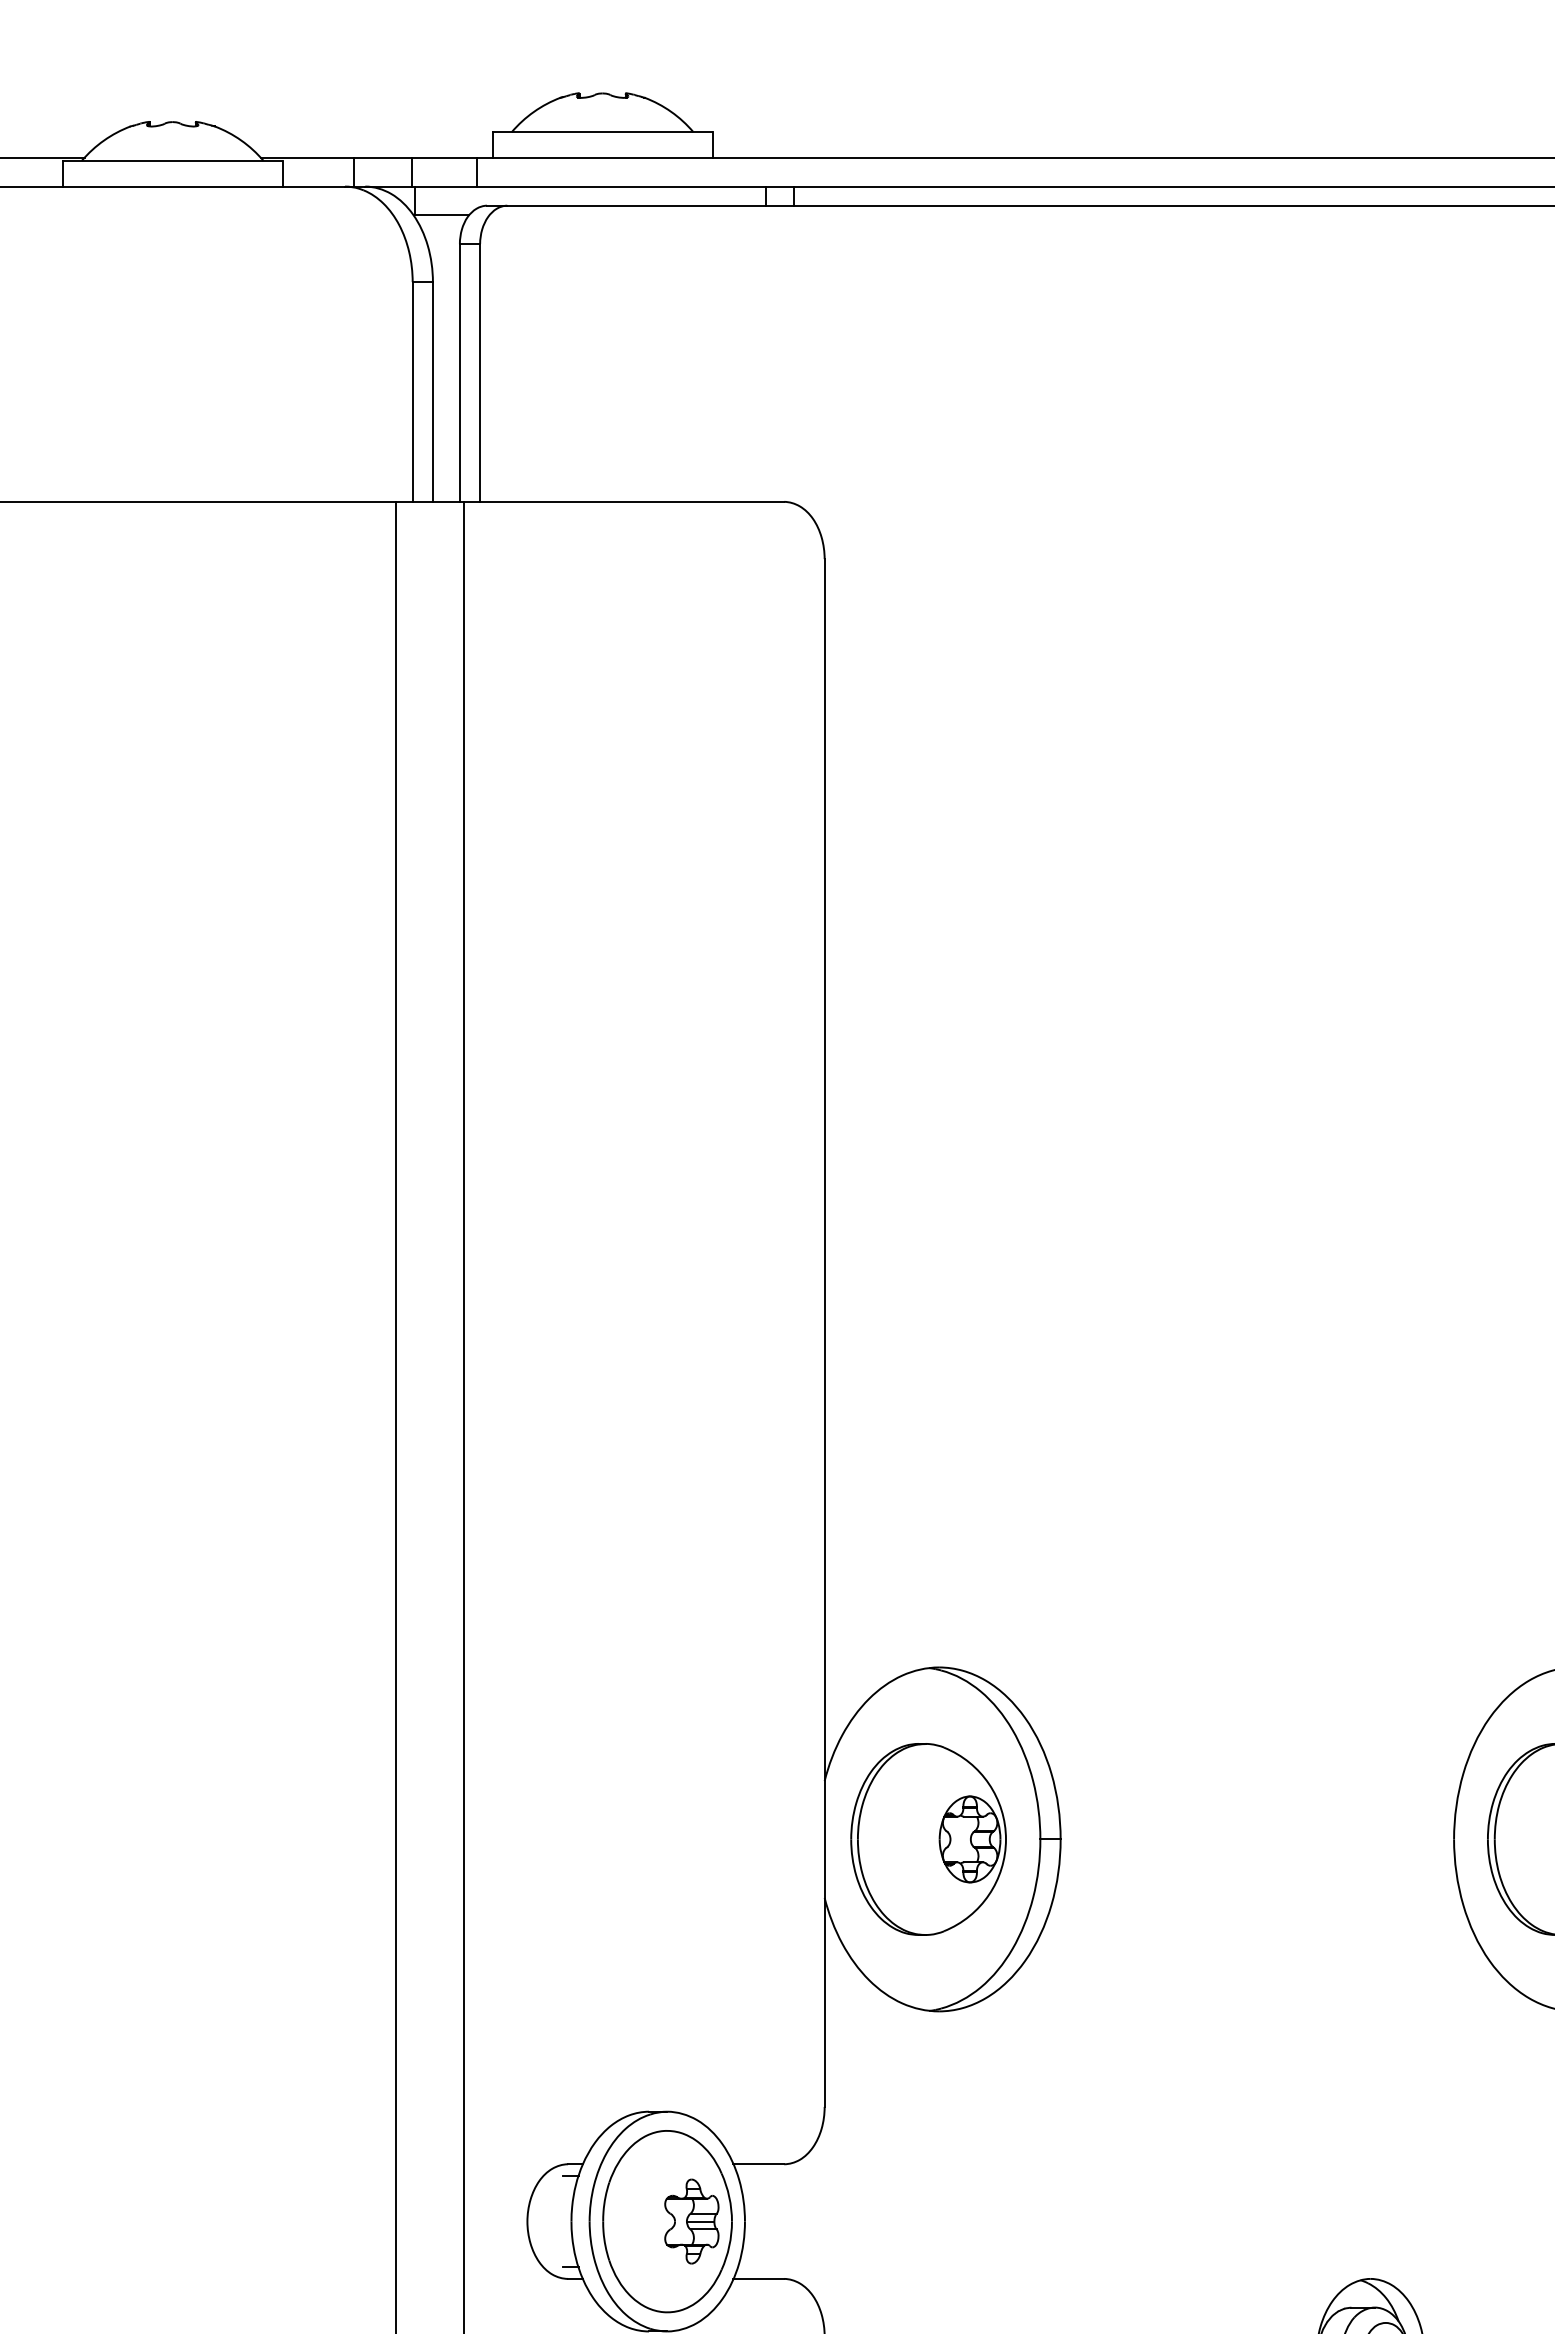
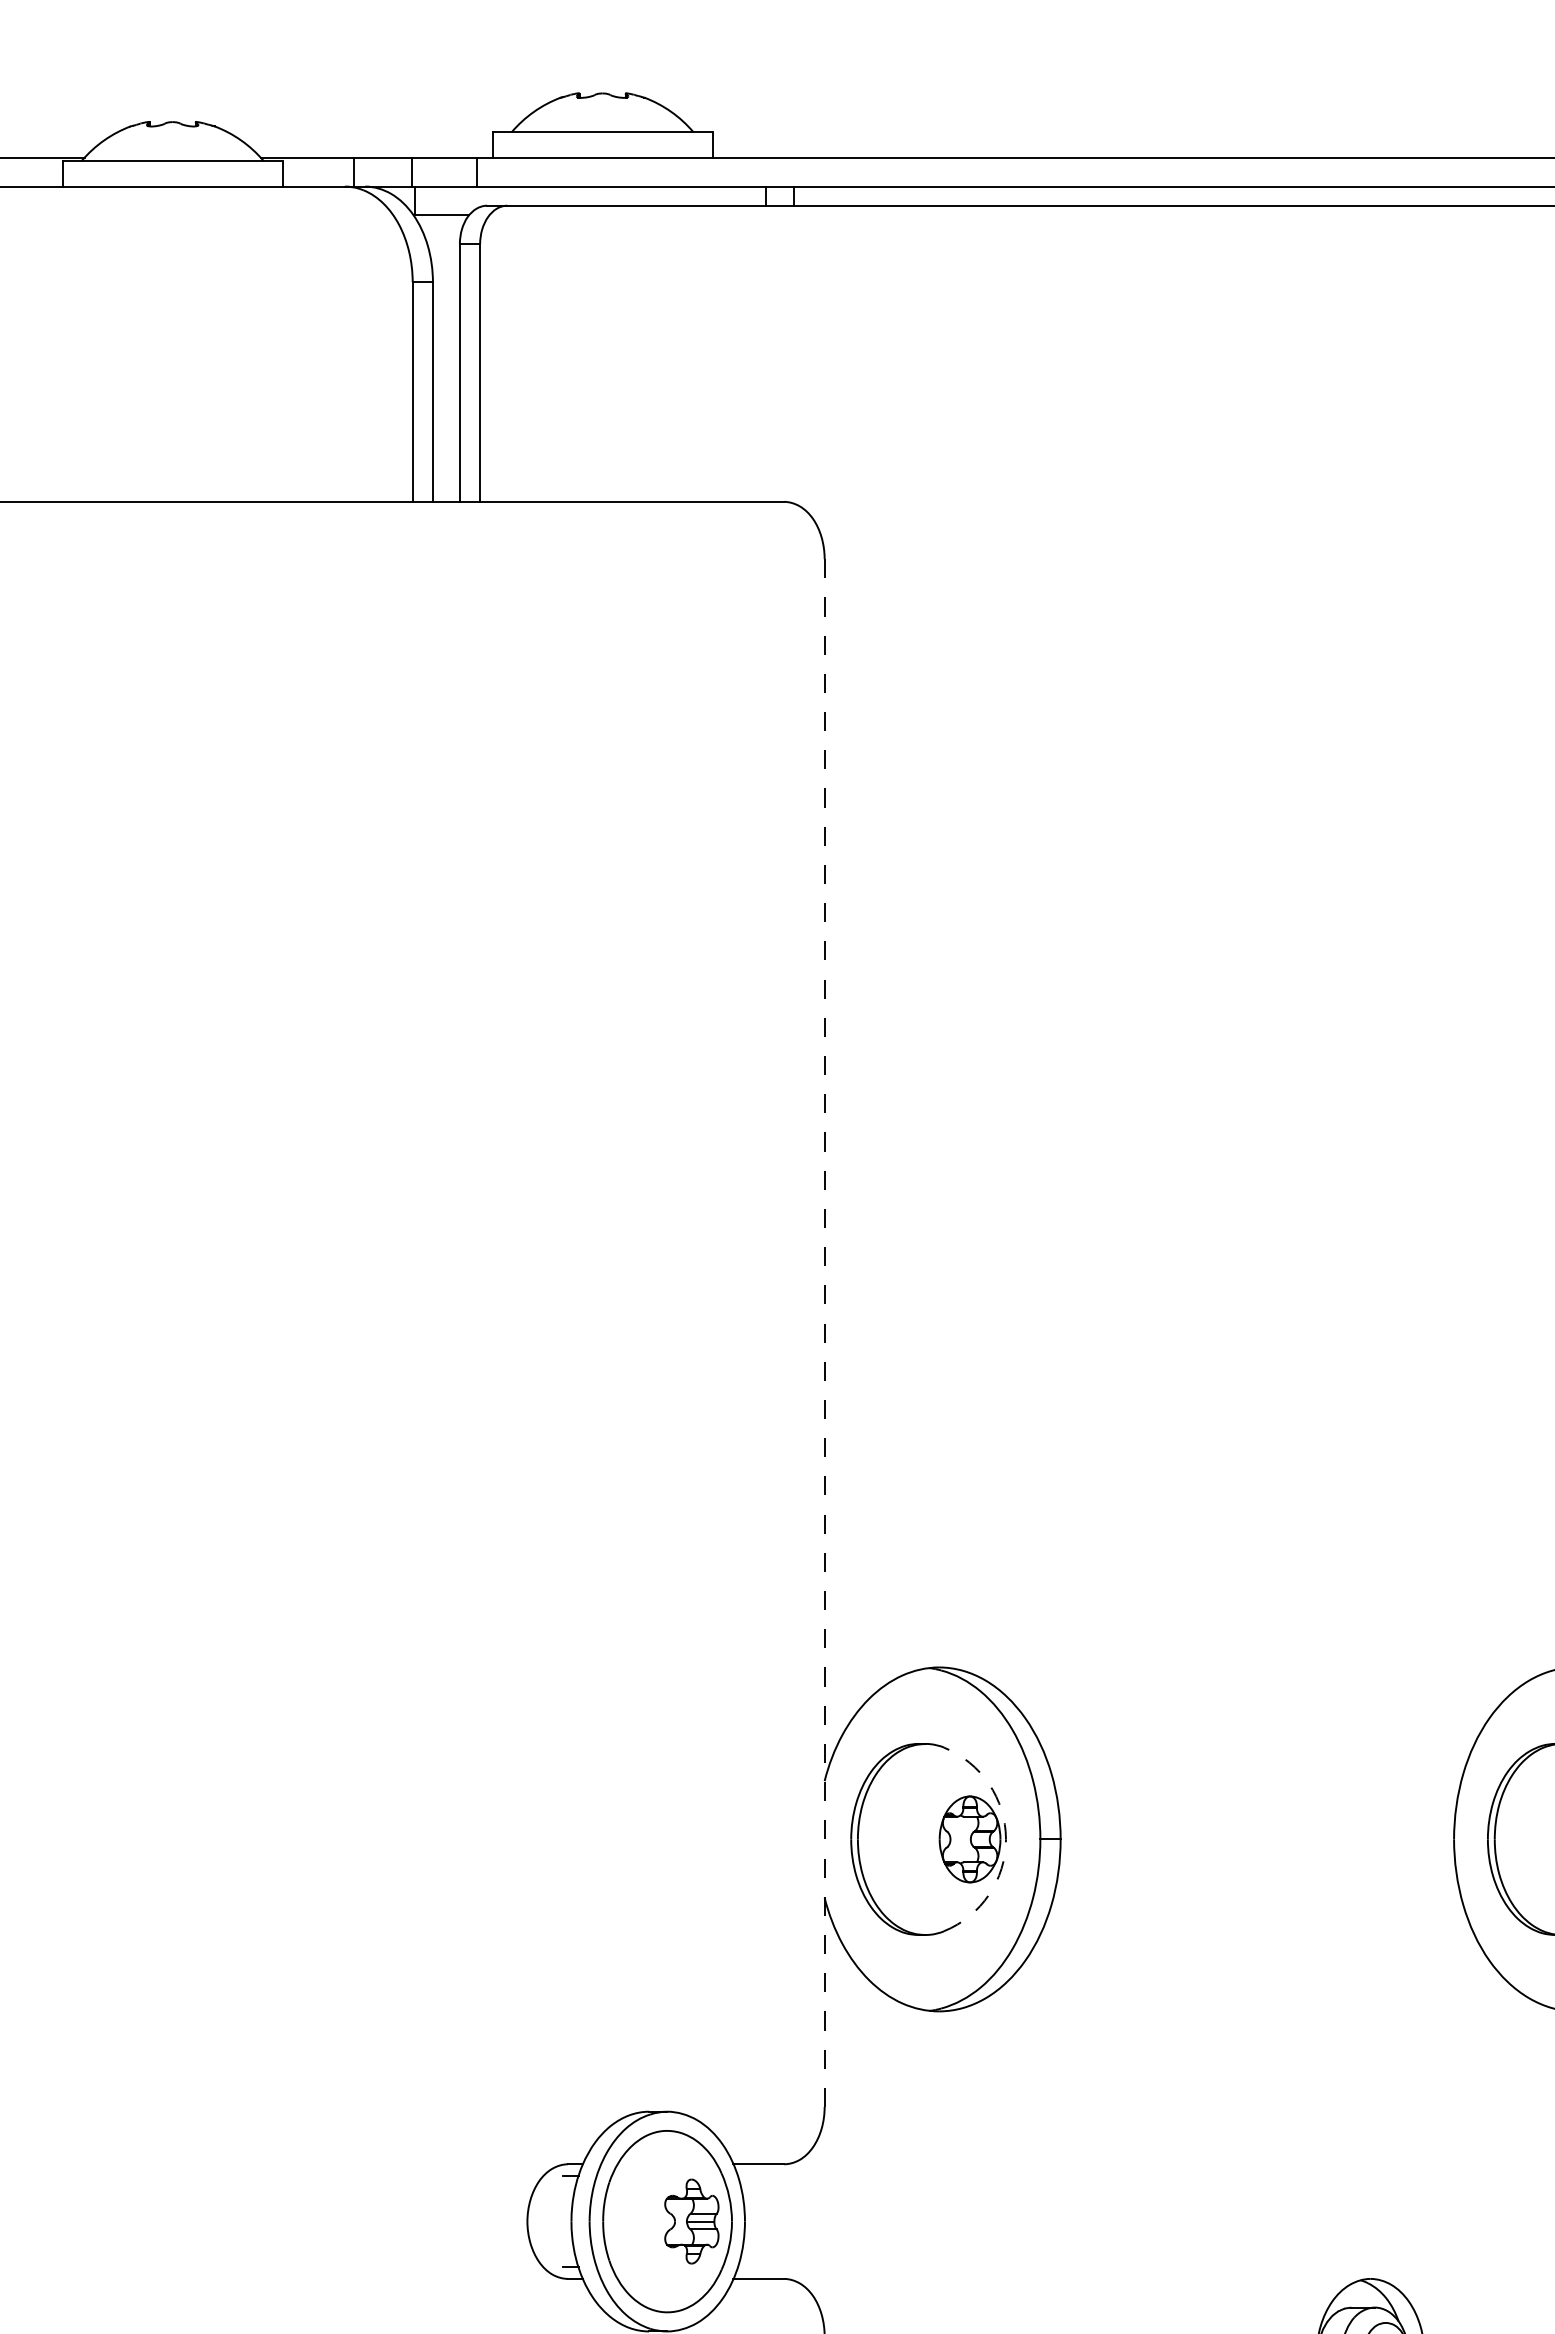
line at (824, 1333): solid -> dashed
line at (396, 1415): present -> none
line at (463, 1415): present -> none
arc at (1005, 1839): solid -> dashed
